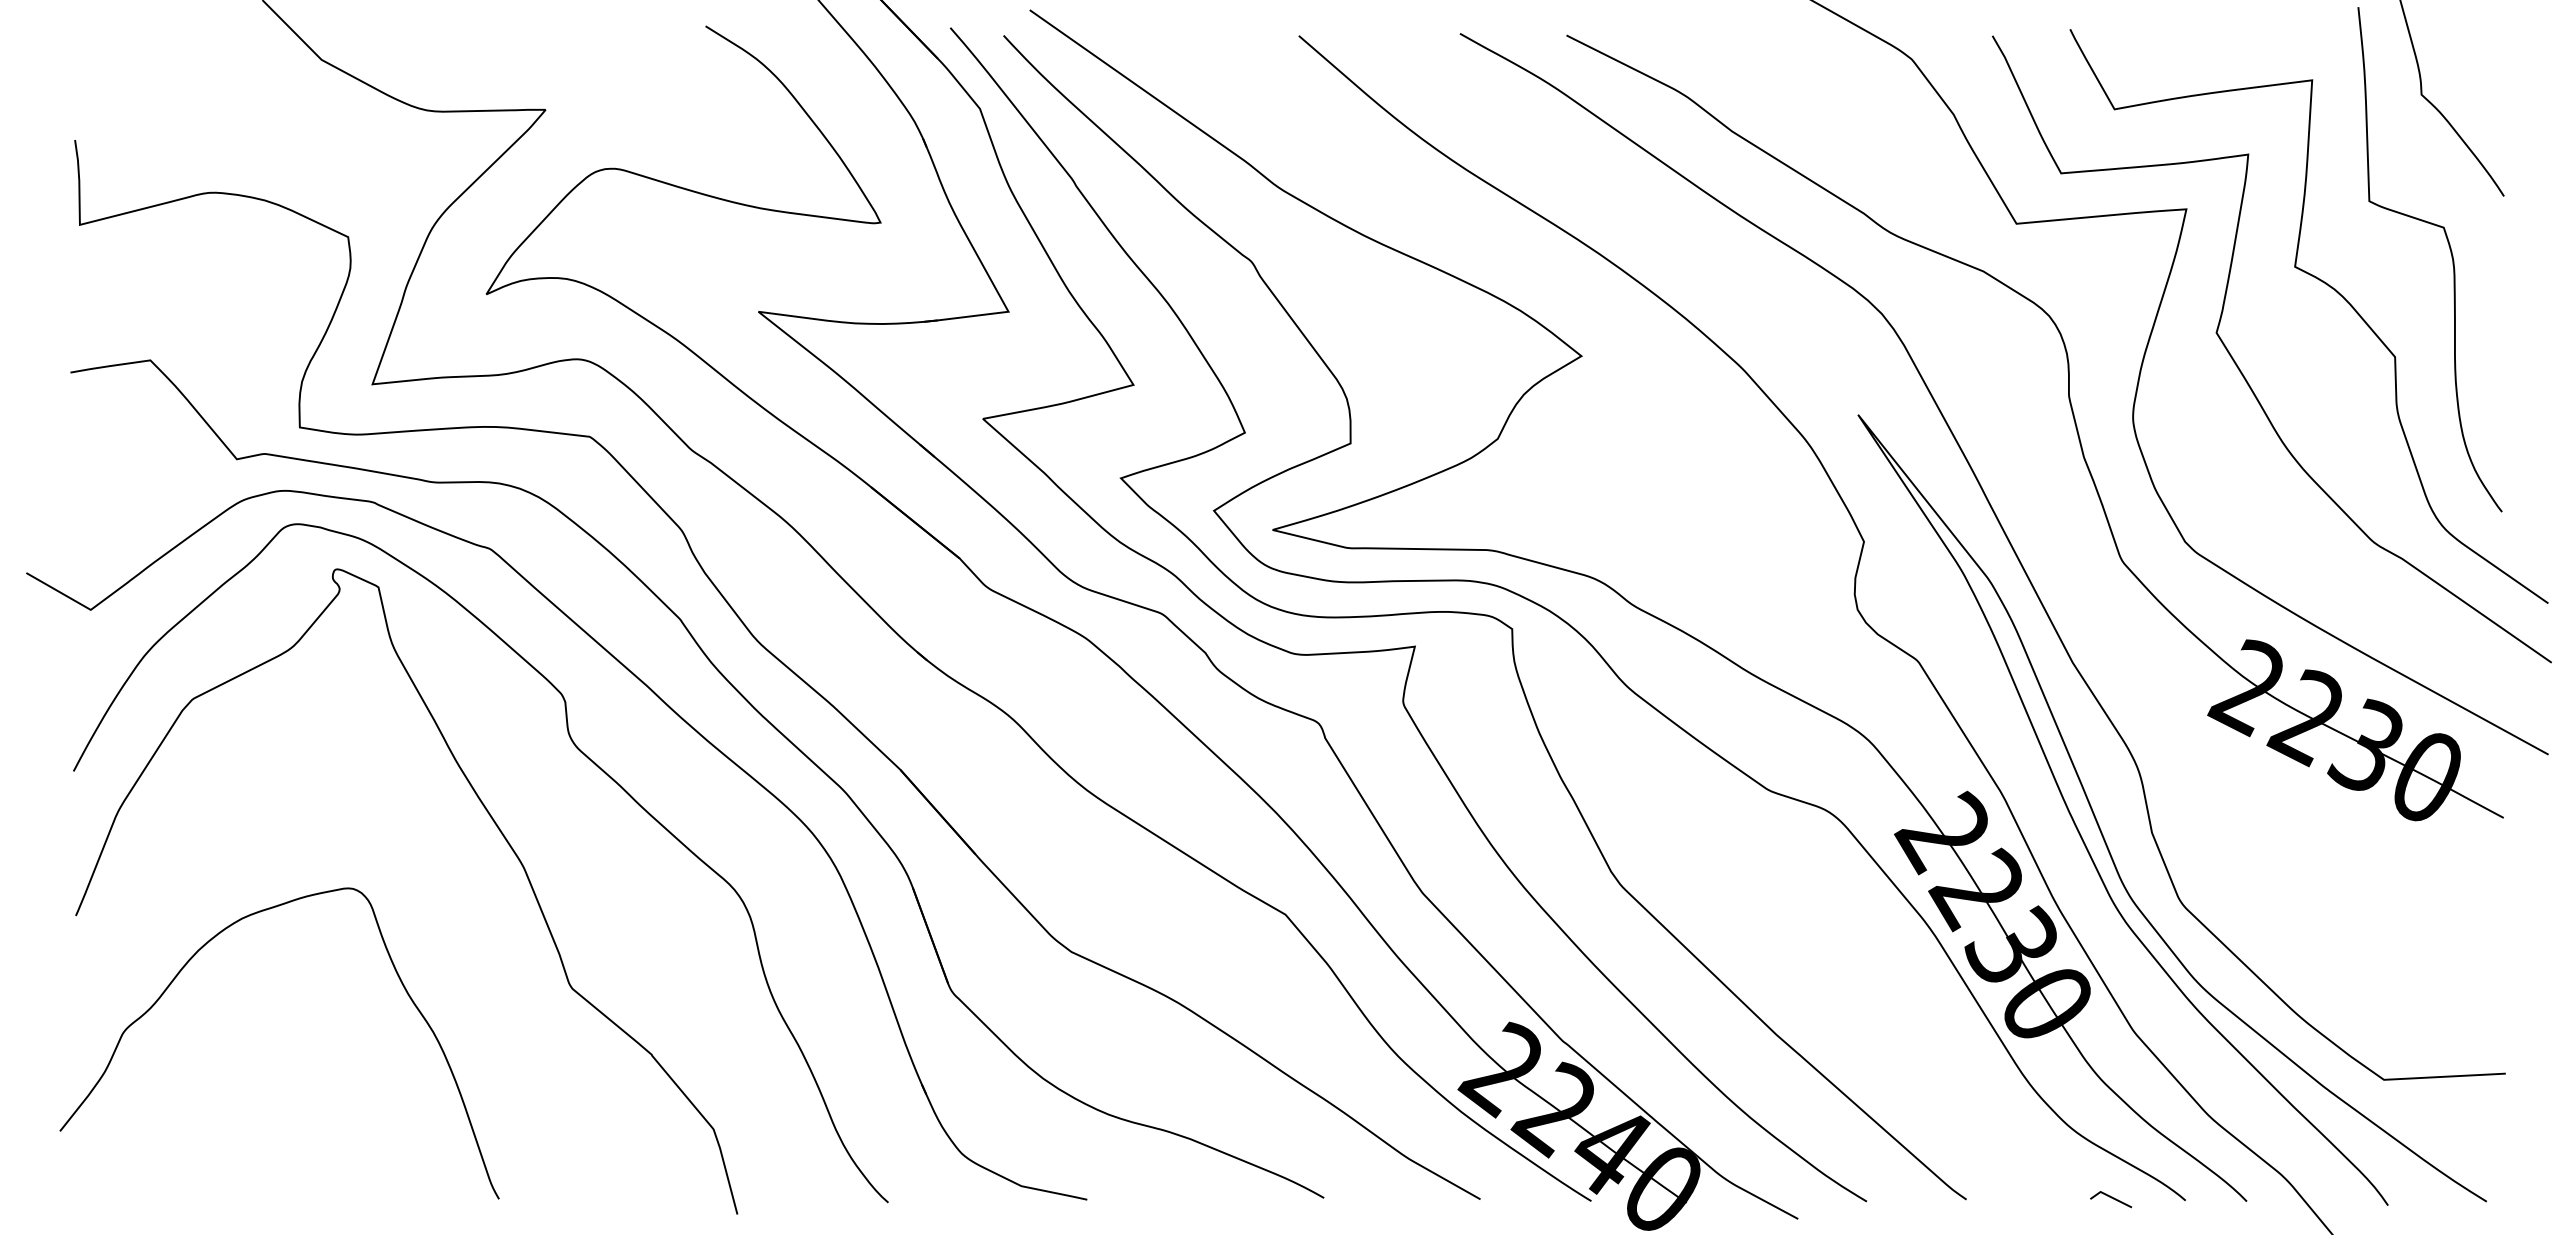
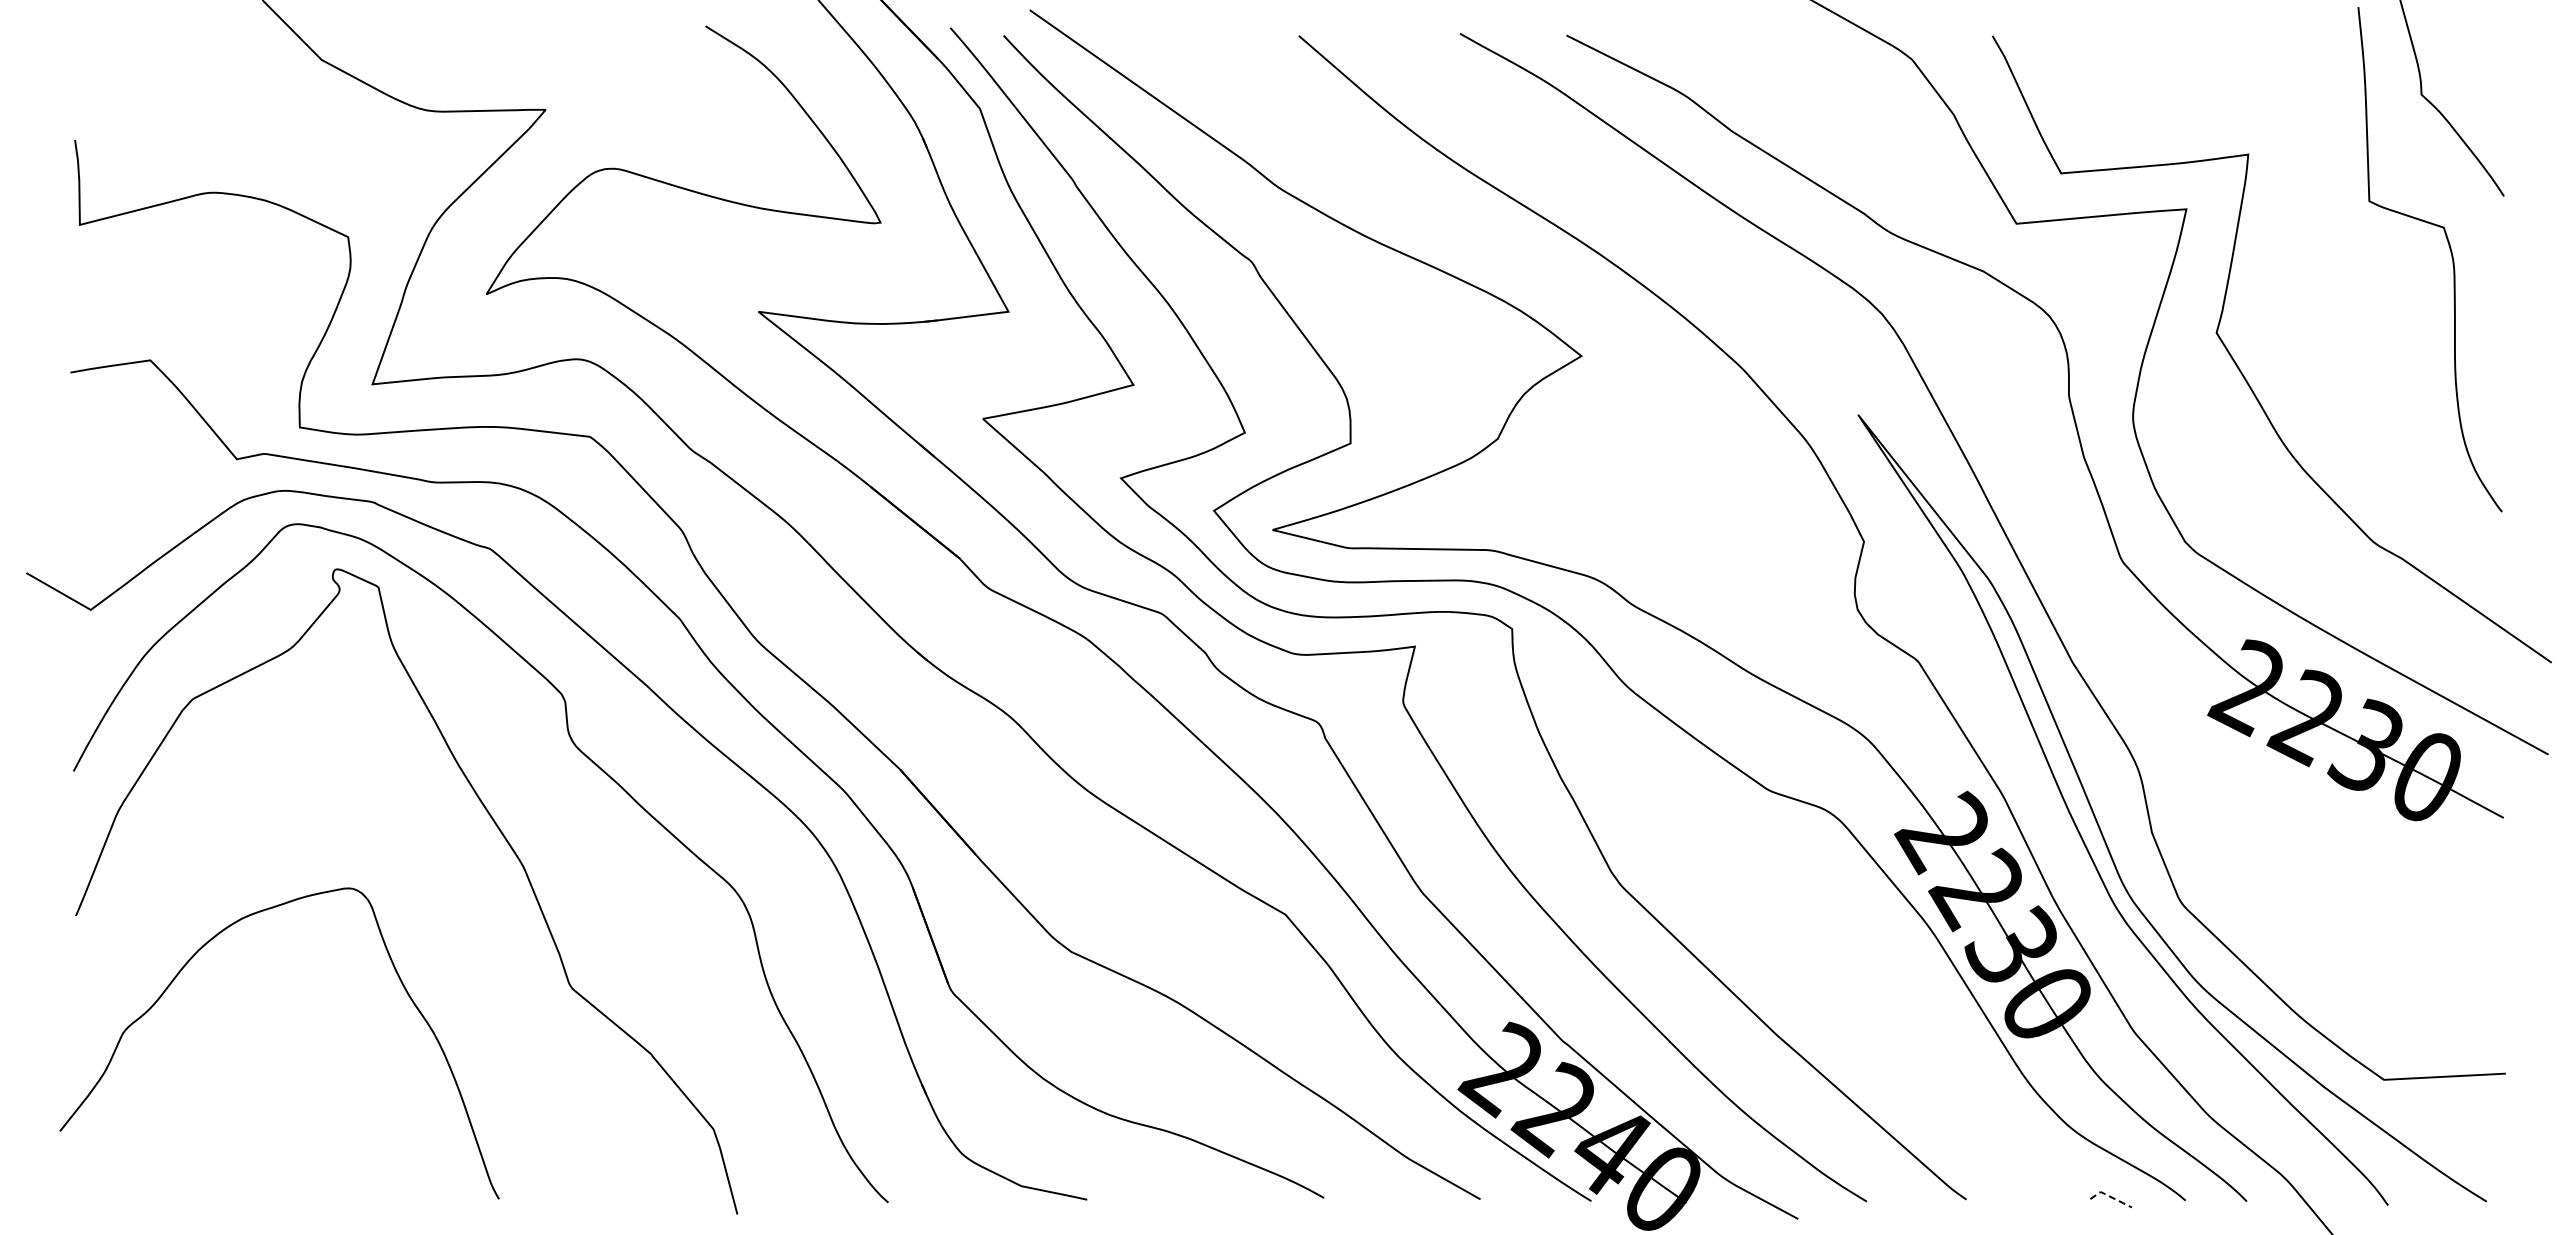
curve at (2328, 286): present -> none
line at (2110, 1196): solid -> dashed
